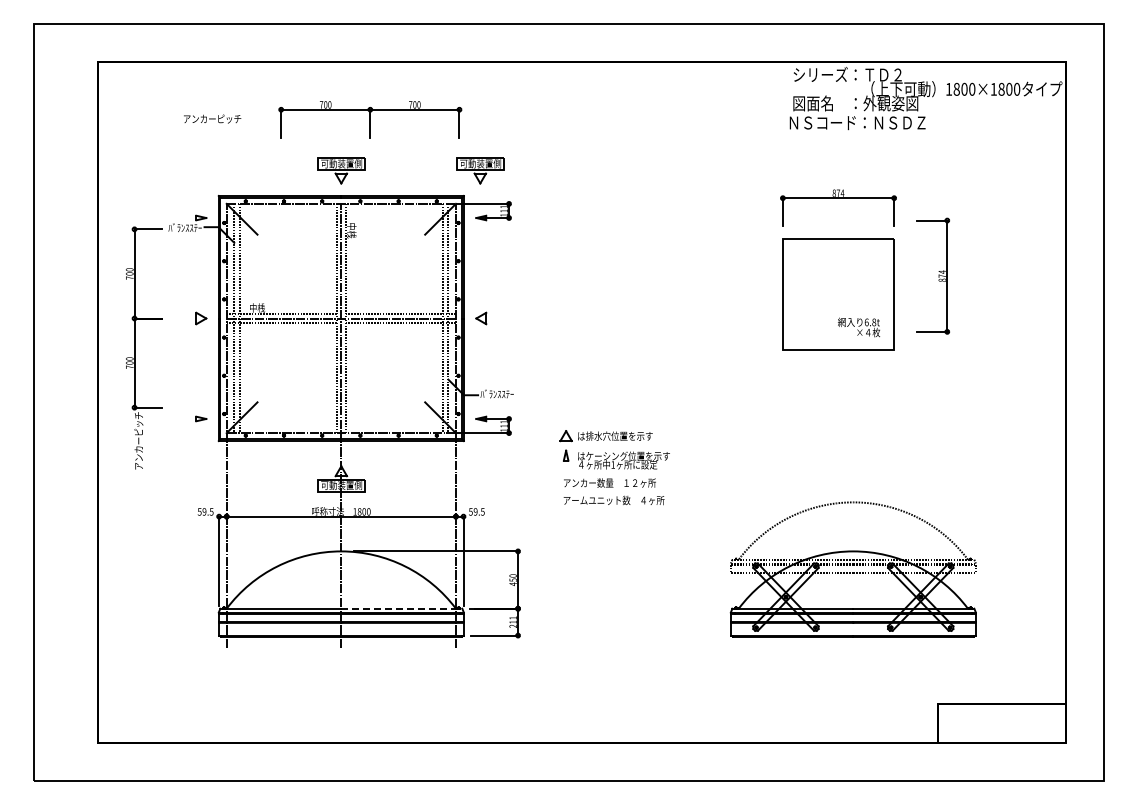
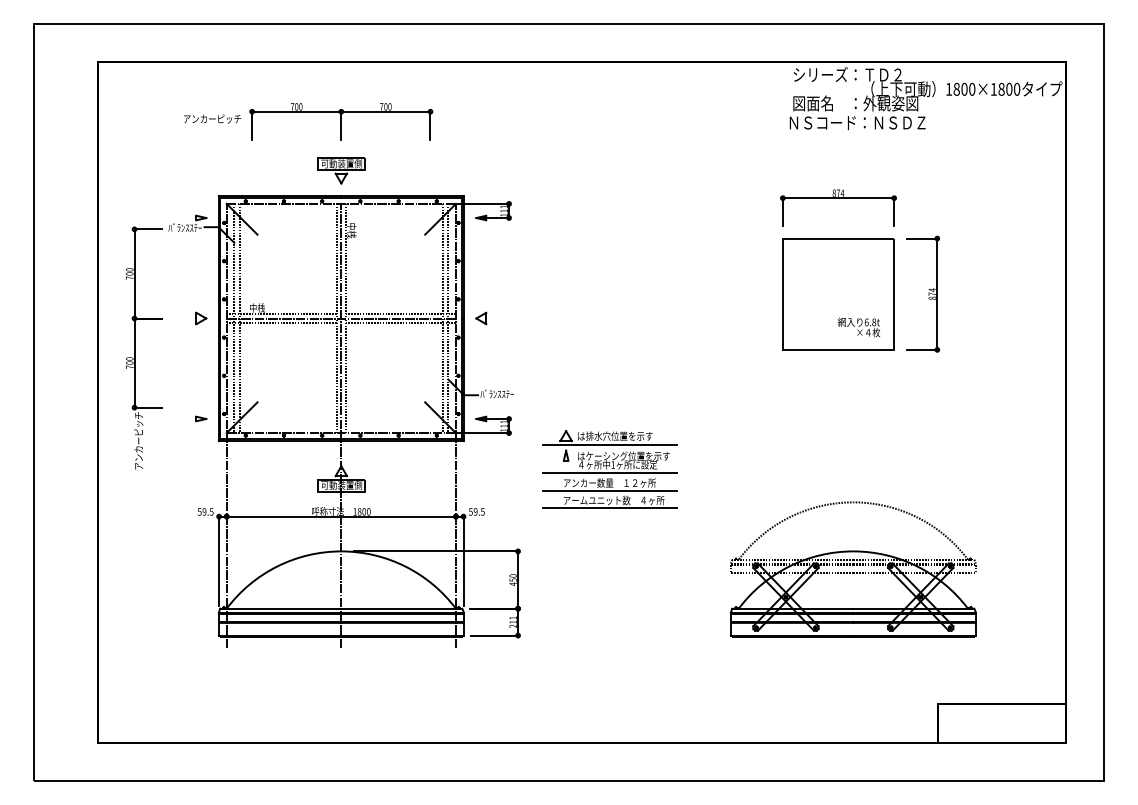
part at (370, 119) position: (370, 119) -> (341, 121)
part at (480, 170): present -> none
part at (932, 275) position: (932, 275) -> (922, 293)
line at (610, 444): none -> present
line at (610, 473): none -> present
line at (610, 490): none -> present
line at (610, 508): none -> present
line at (402, 608): dashed -> solid
